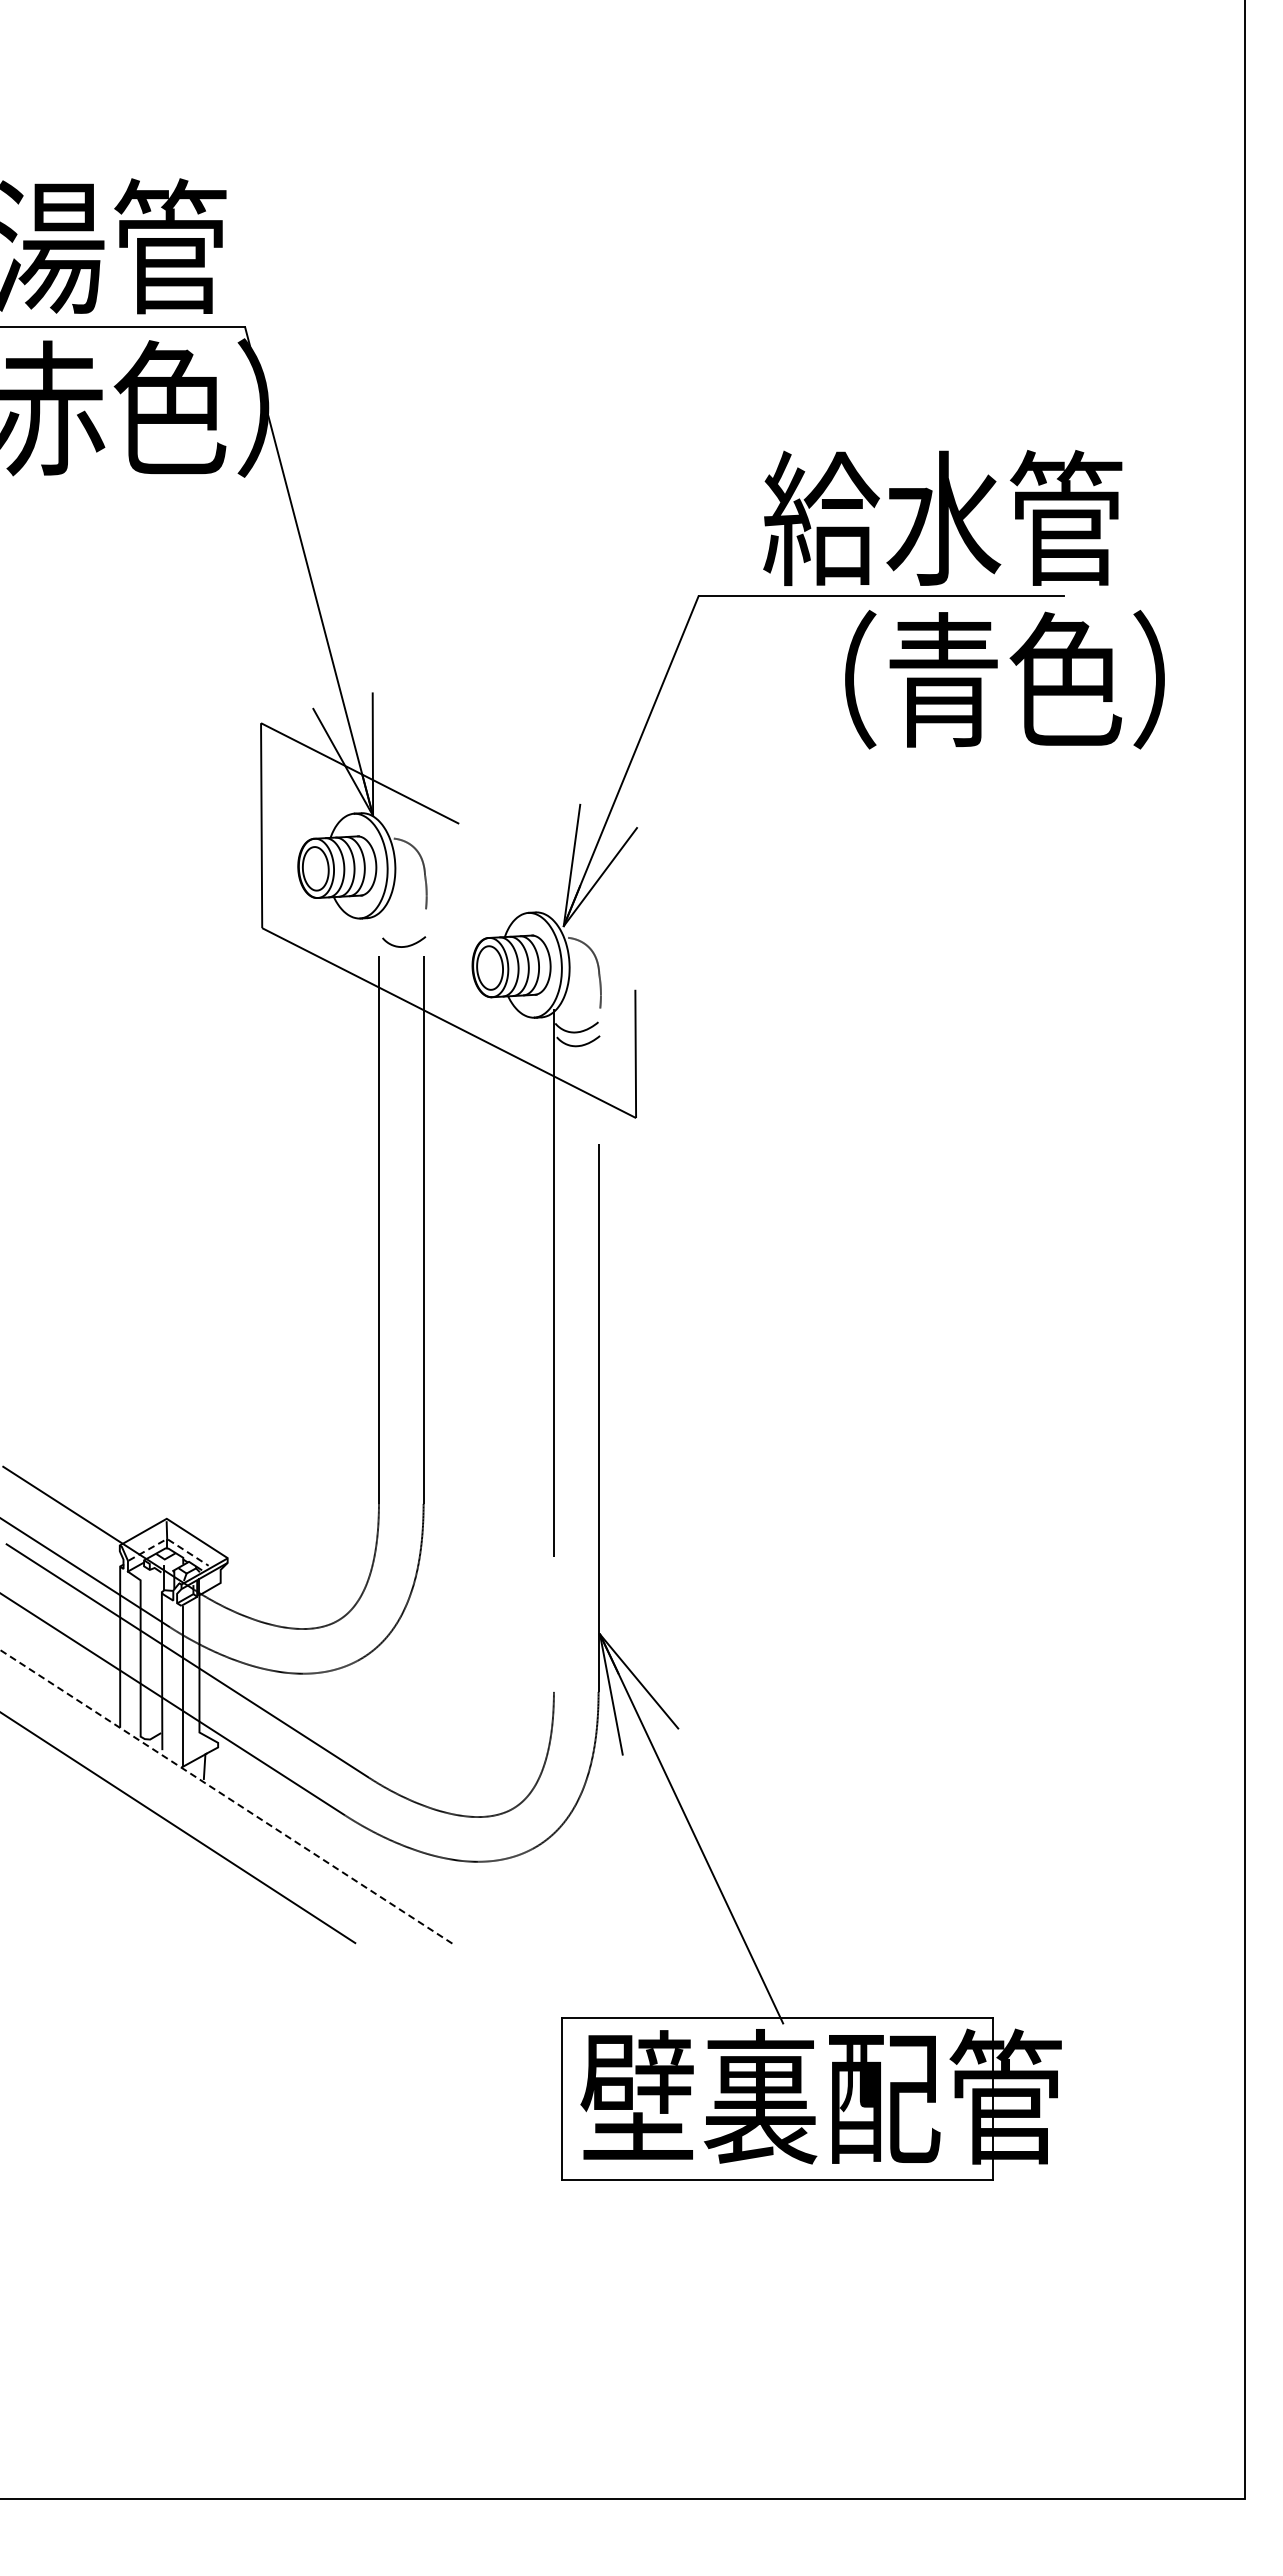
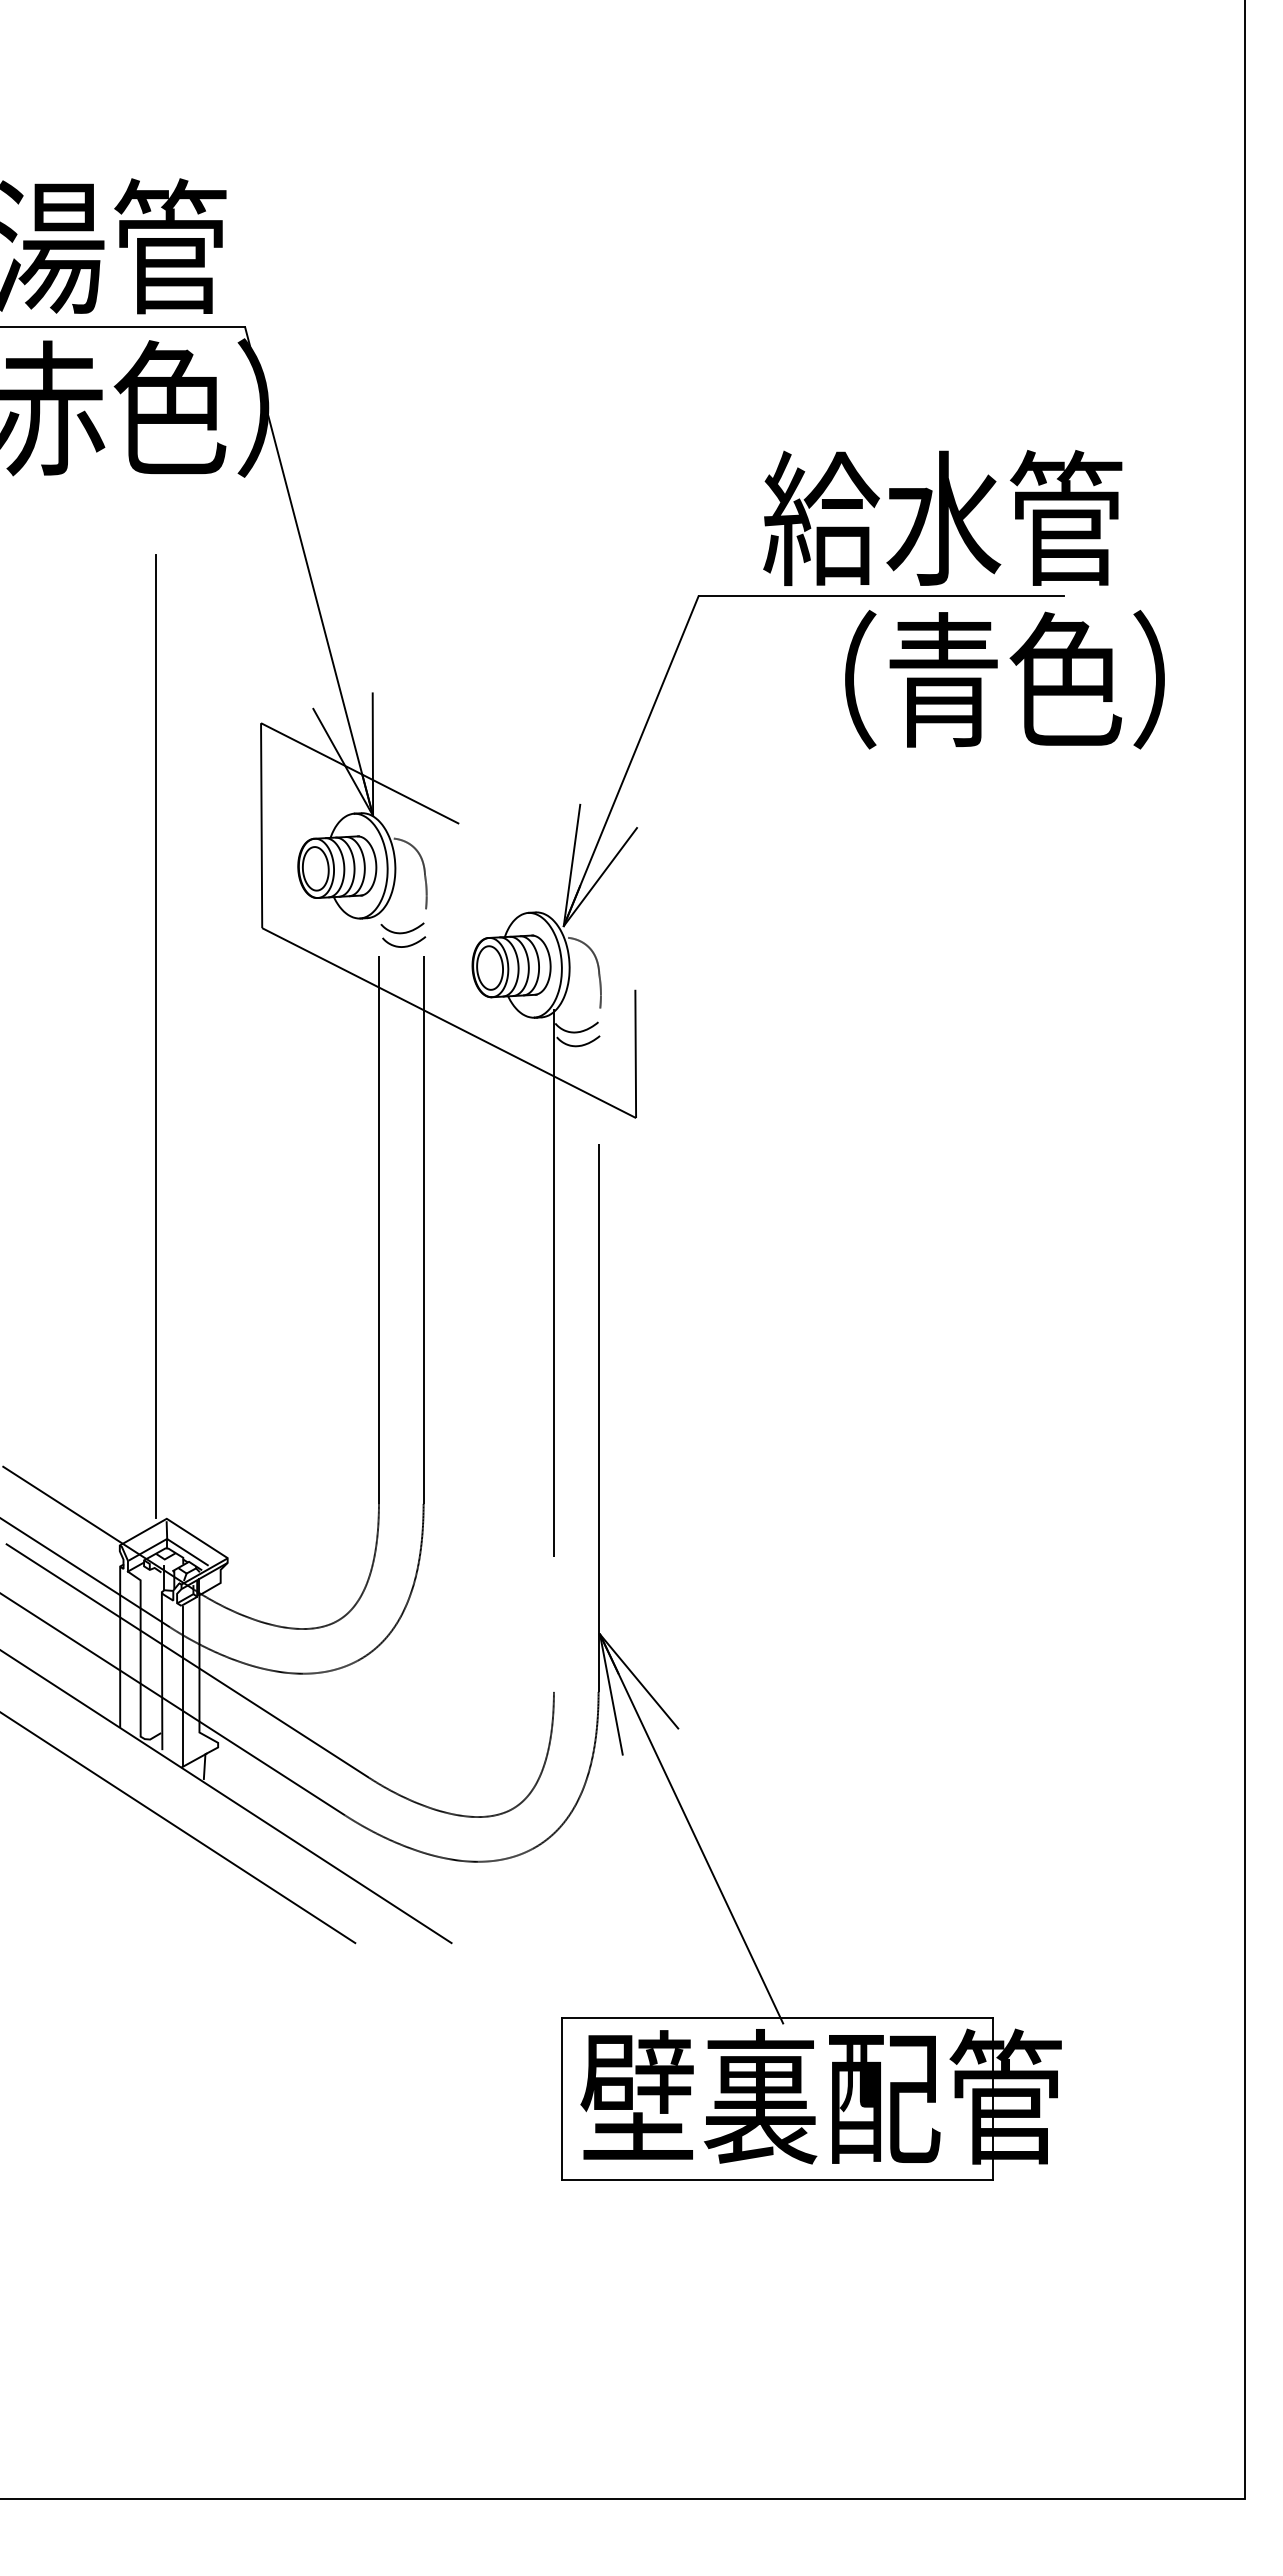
curve at (402, 932): none -> present
line at (156, 1036): none -> present
line at (168, 1540): dashed -> solid
line at (225, 1796): dashed -> solid
